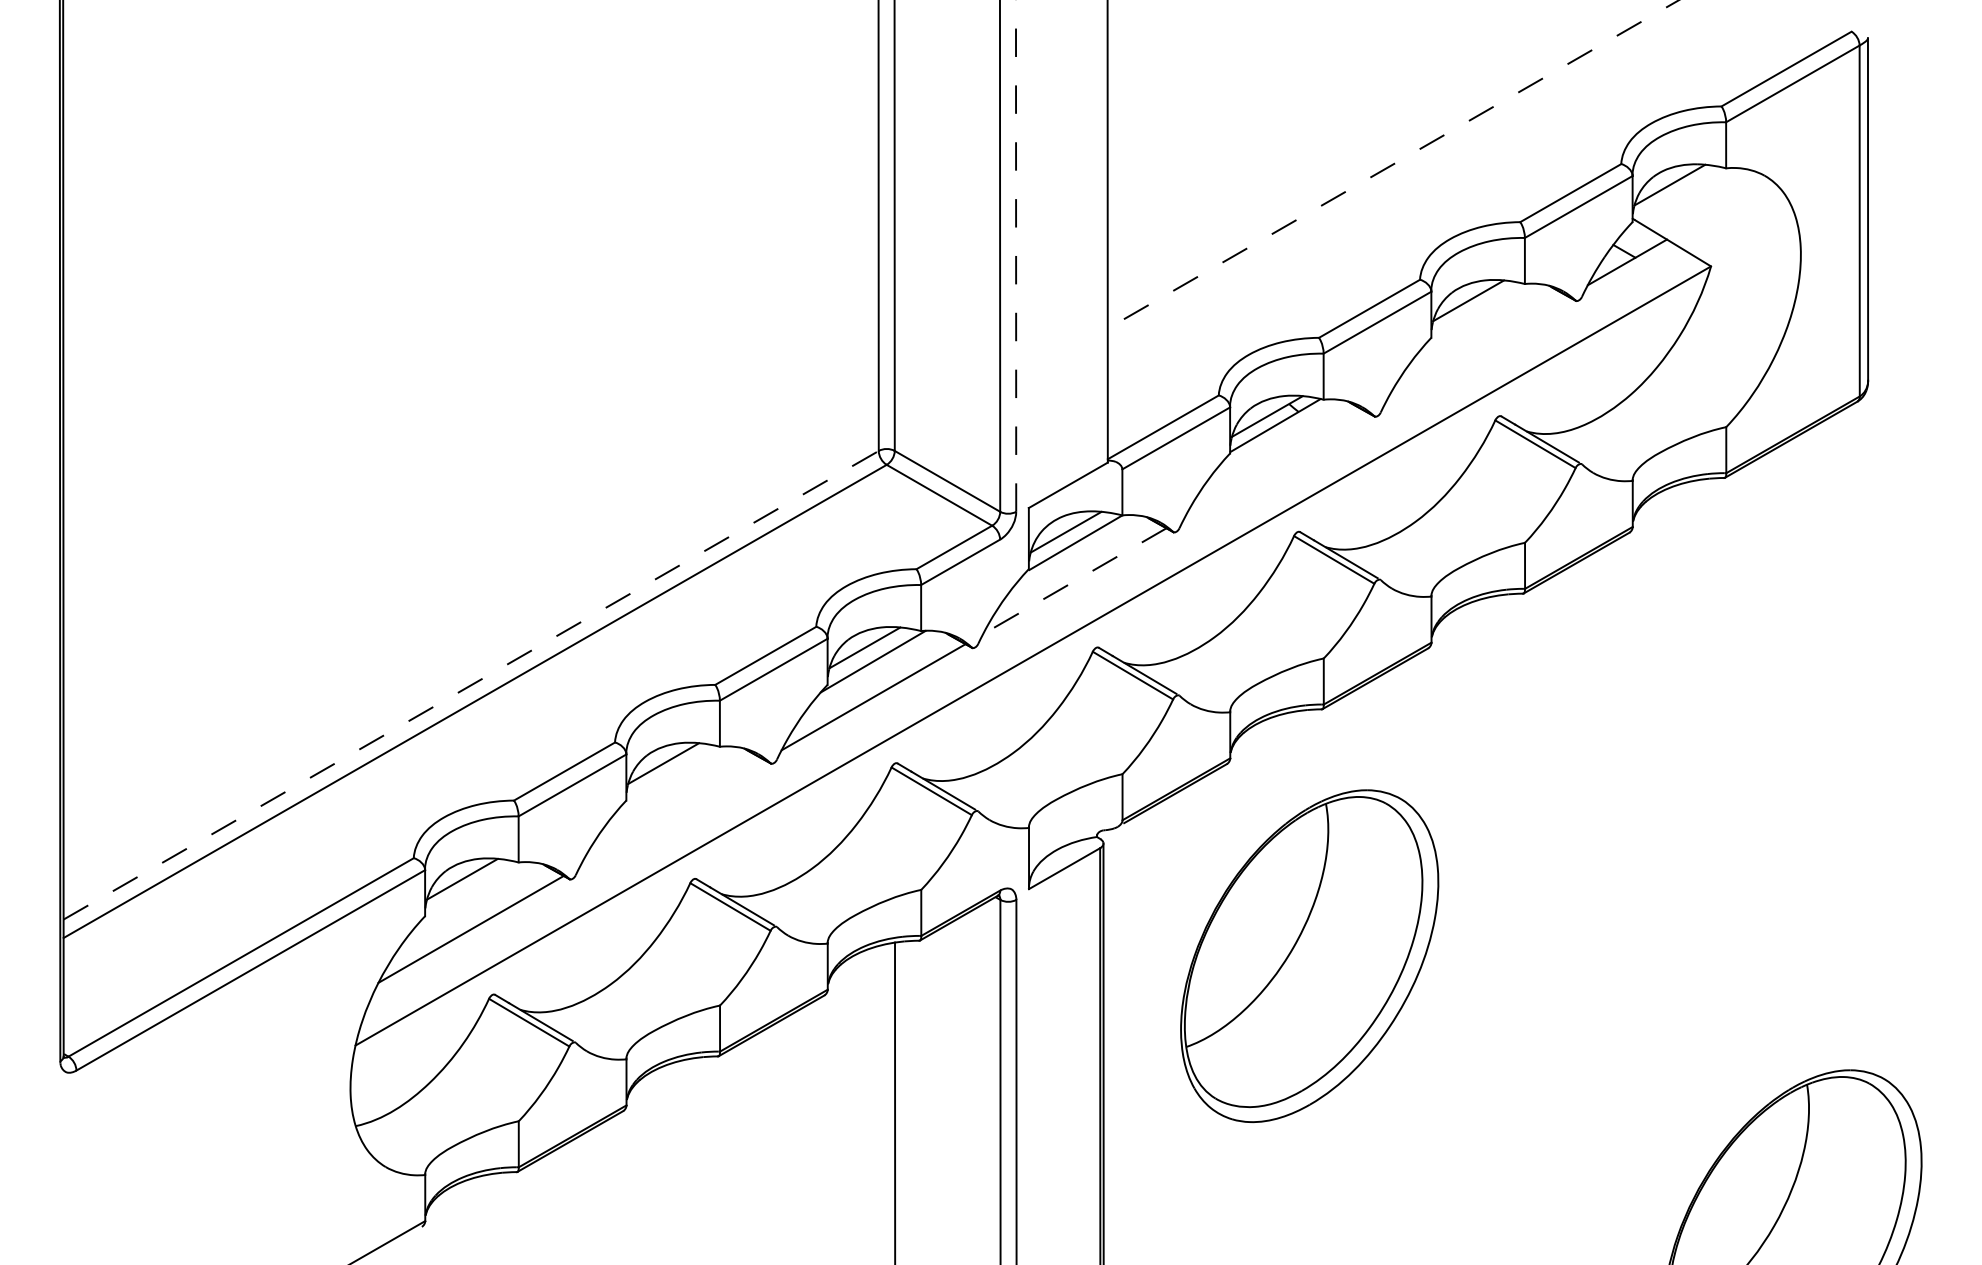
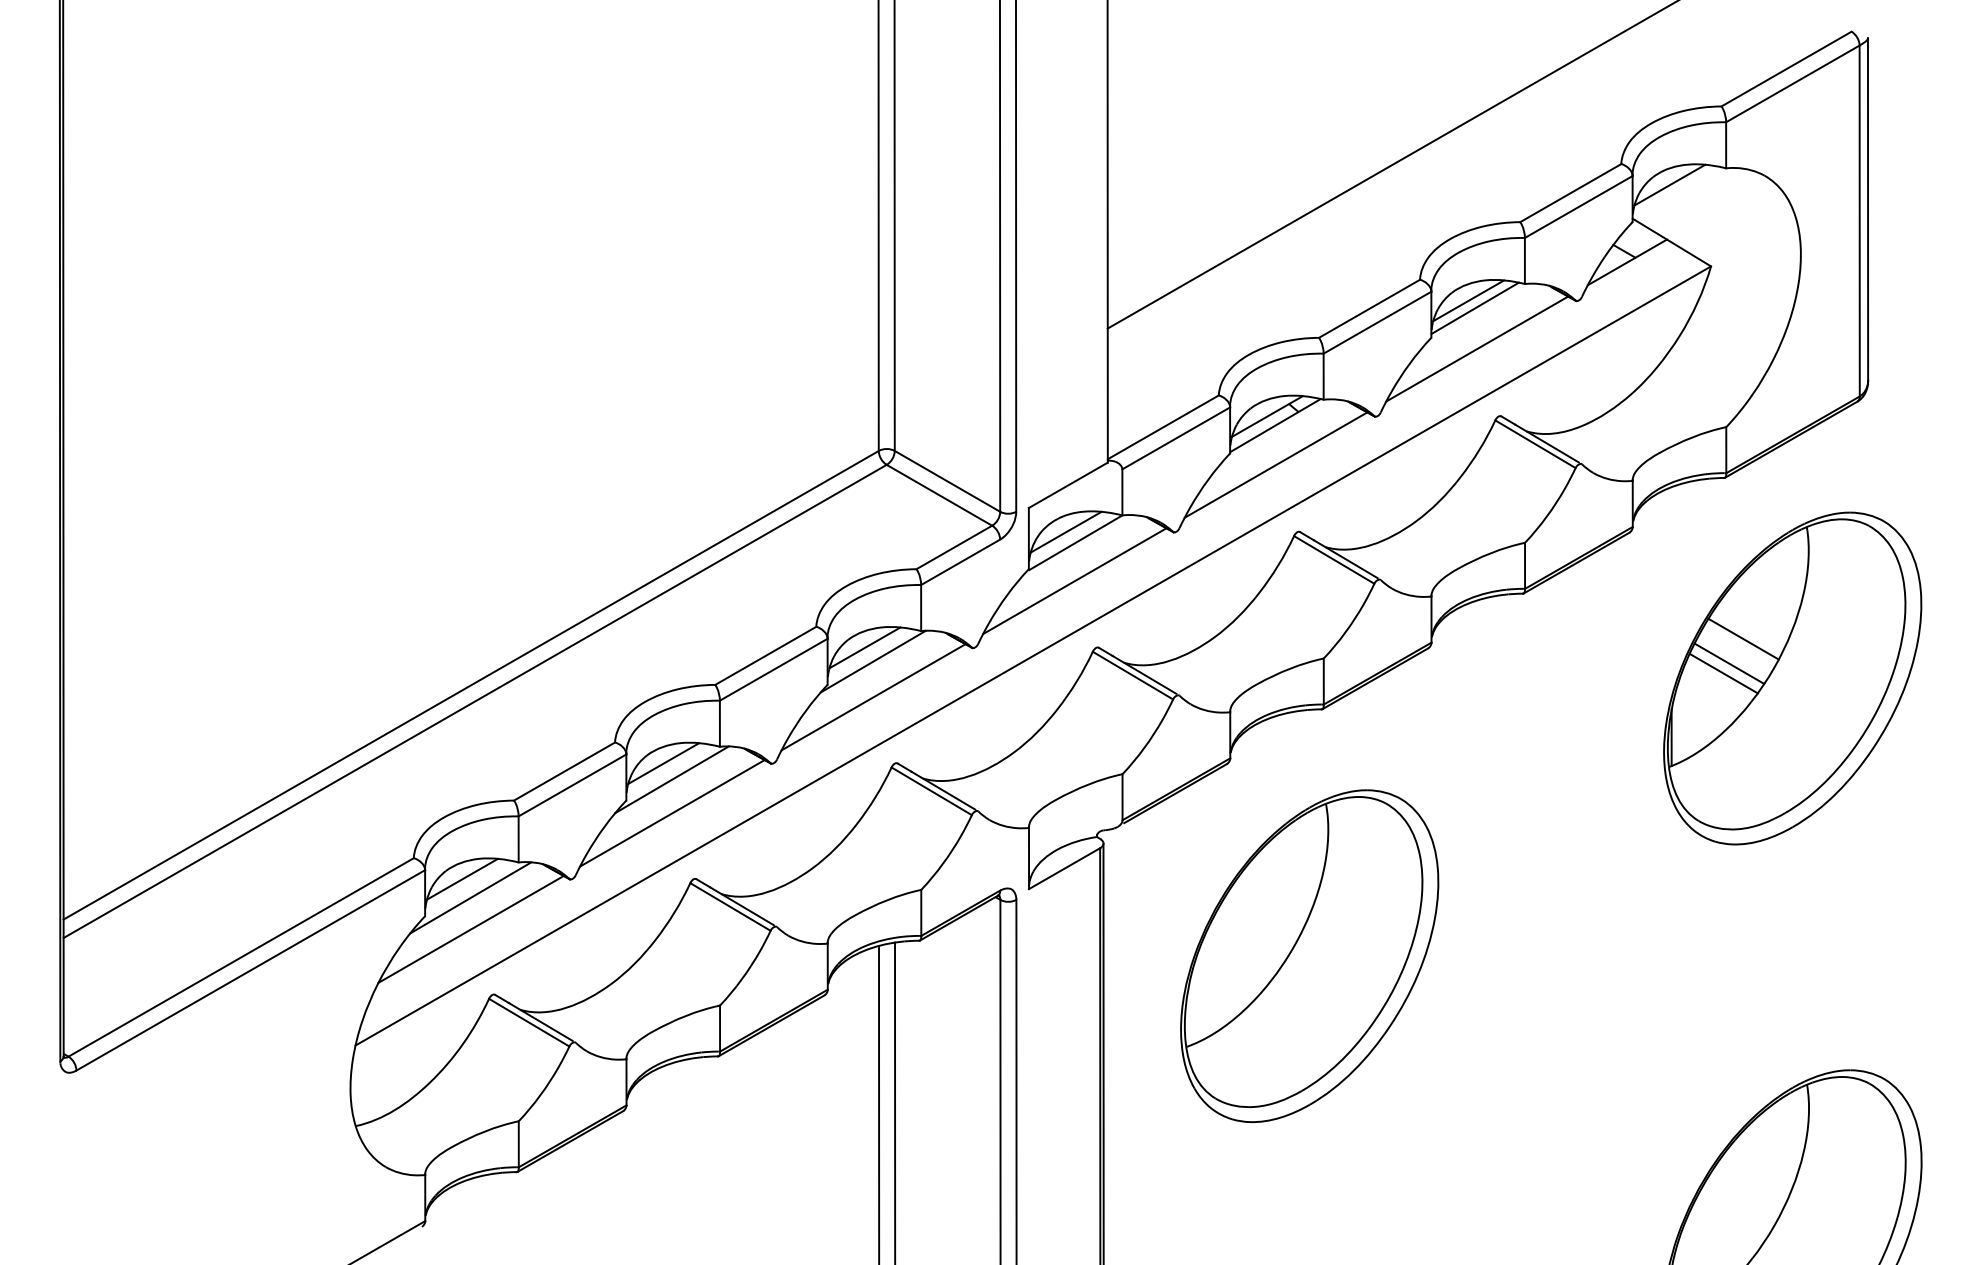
line at (1392, 164): dashed -> solid
line at (1016, 255): dashed -> solid
line at (1474, 308): none -> present
line at (1477, 348): none -> present
line at (1275, 464): none -> present
line at (1074, 581): dashed -> solid
part at (1792, 678): none -> present
line at (471, 685): dashed -> solid
line at (671, 779): none -> present
line at (672, 813): none -> present
line at (470, 897): none -> present
line at (879, 1103): none -> present
